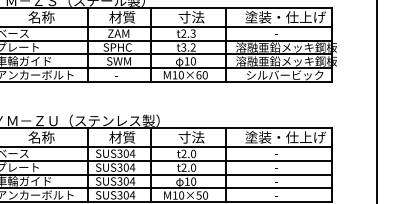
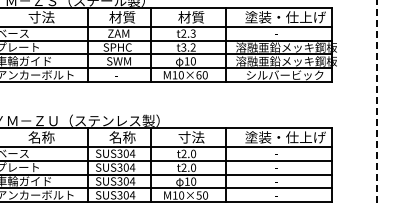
text at (41, 17): 名称 -> 寸法
text at (191, 17): 寸法 -> 材質
line at (376, 101): solid -> dashed
text at (122, 137): 材質 -> 名称
